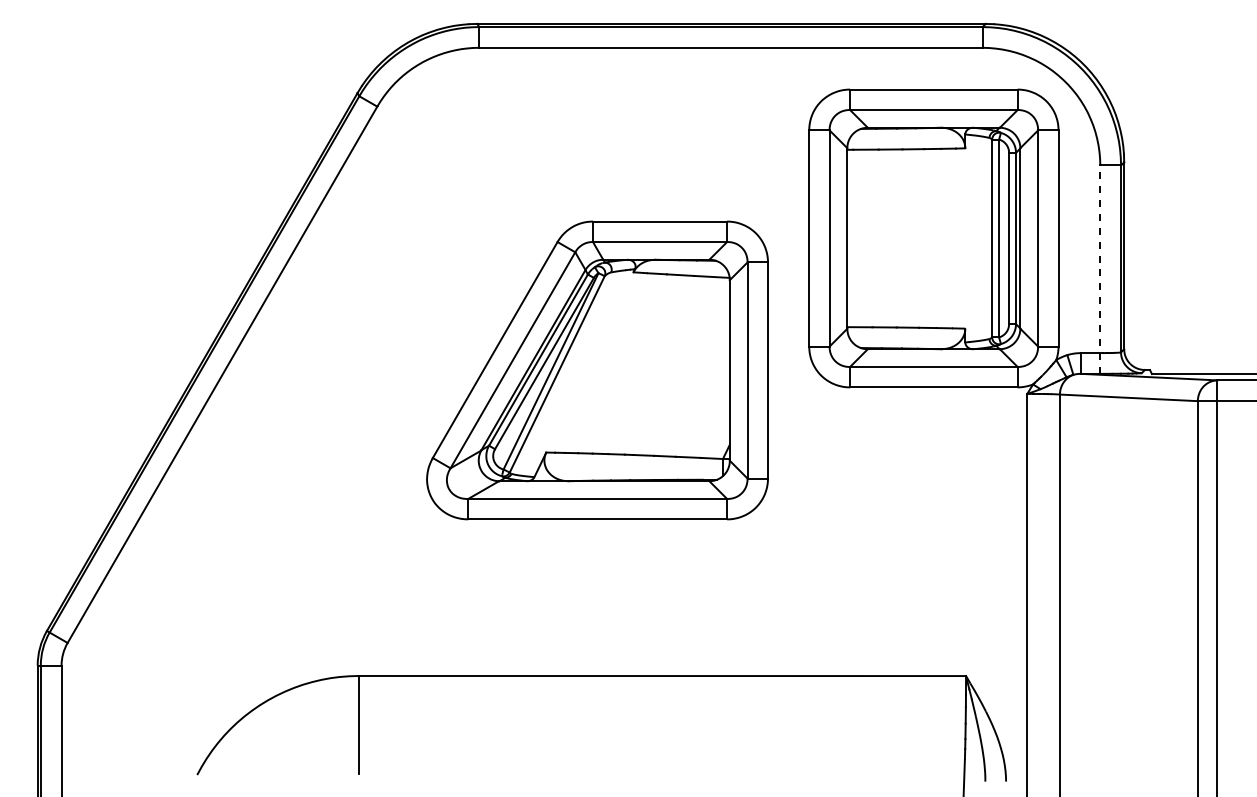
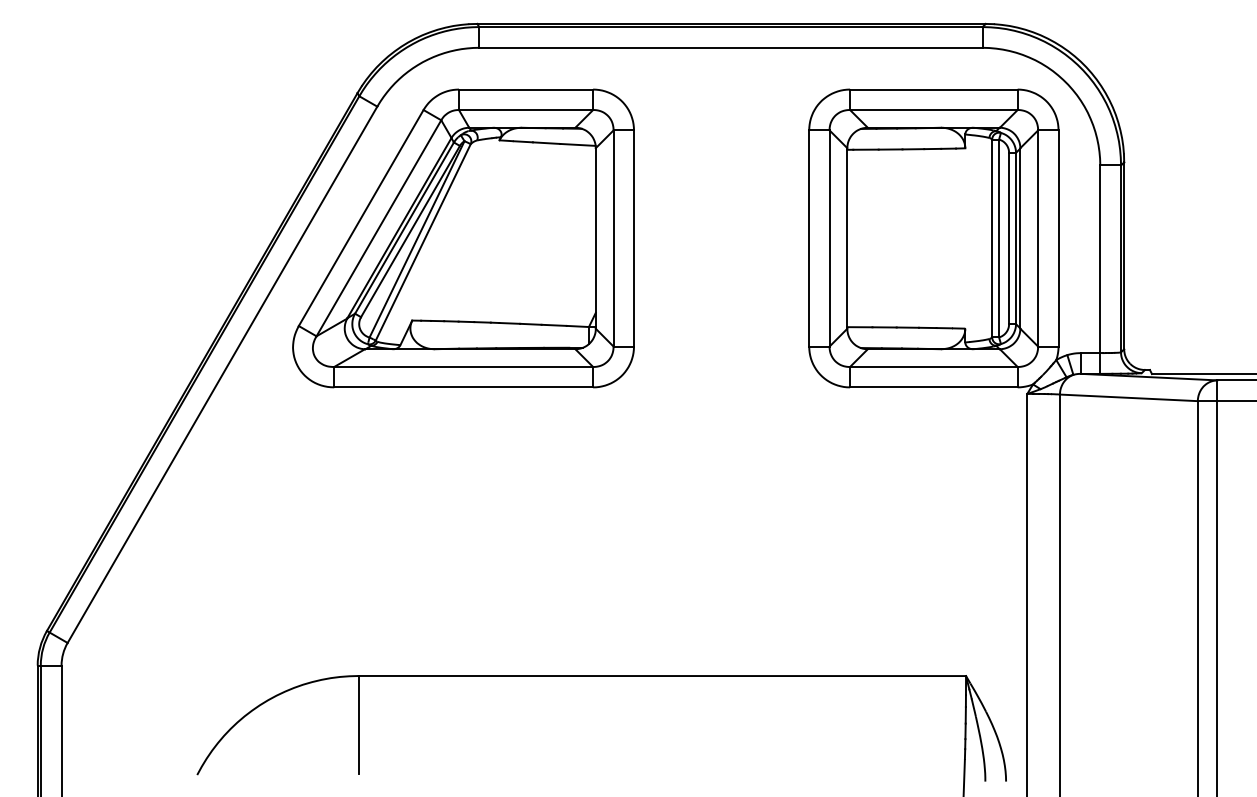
line at (1100, 269): dashed -> solid
part at (597, 370) position: (597, 370) -> (463, 238)
